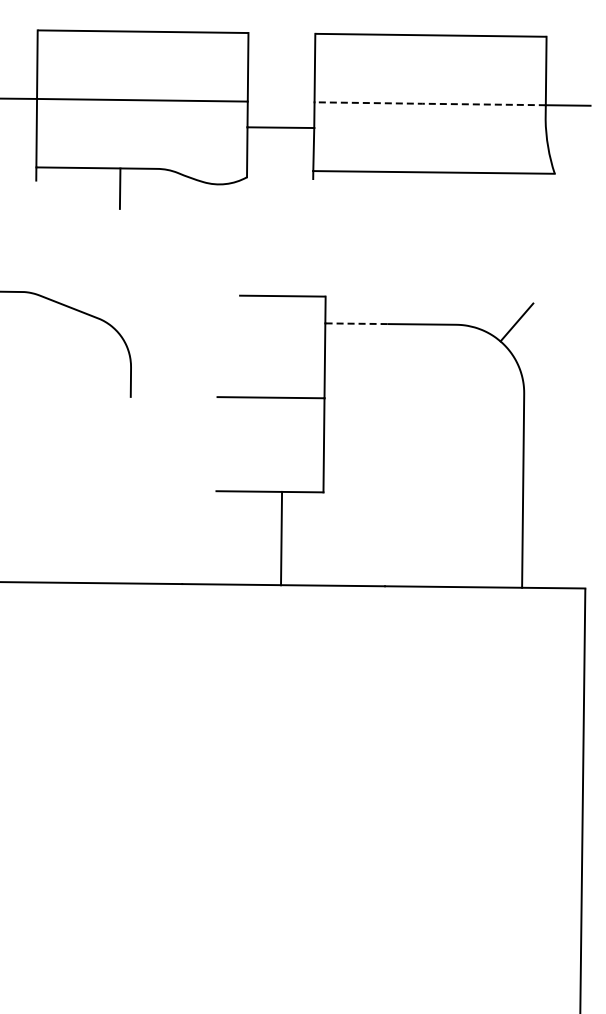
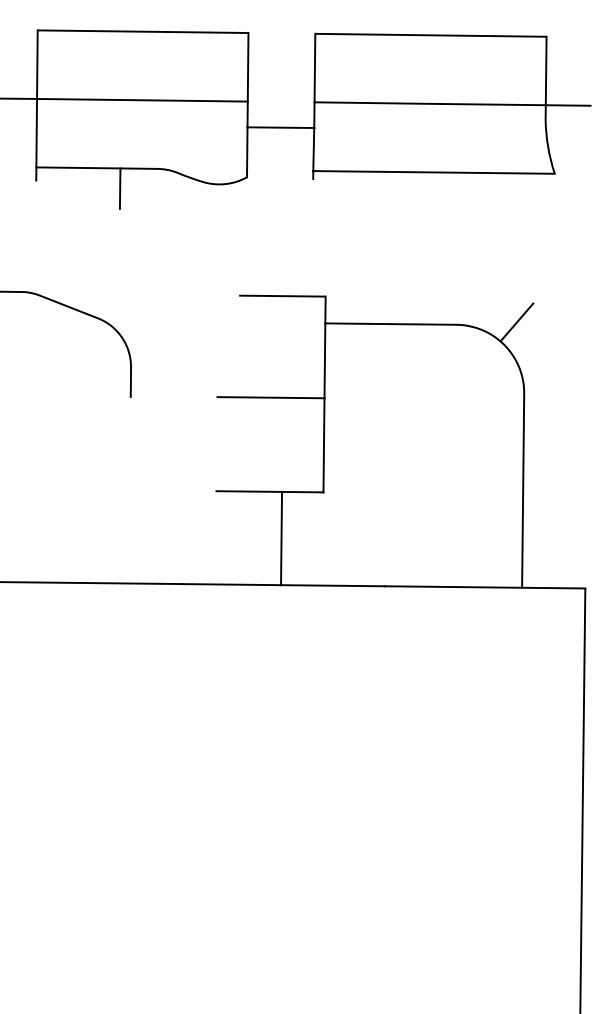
line at (429, 103): dashed -> solid
line at (355, 323): dashed -> solid
